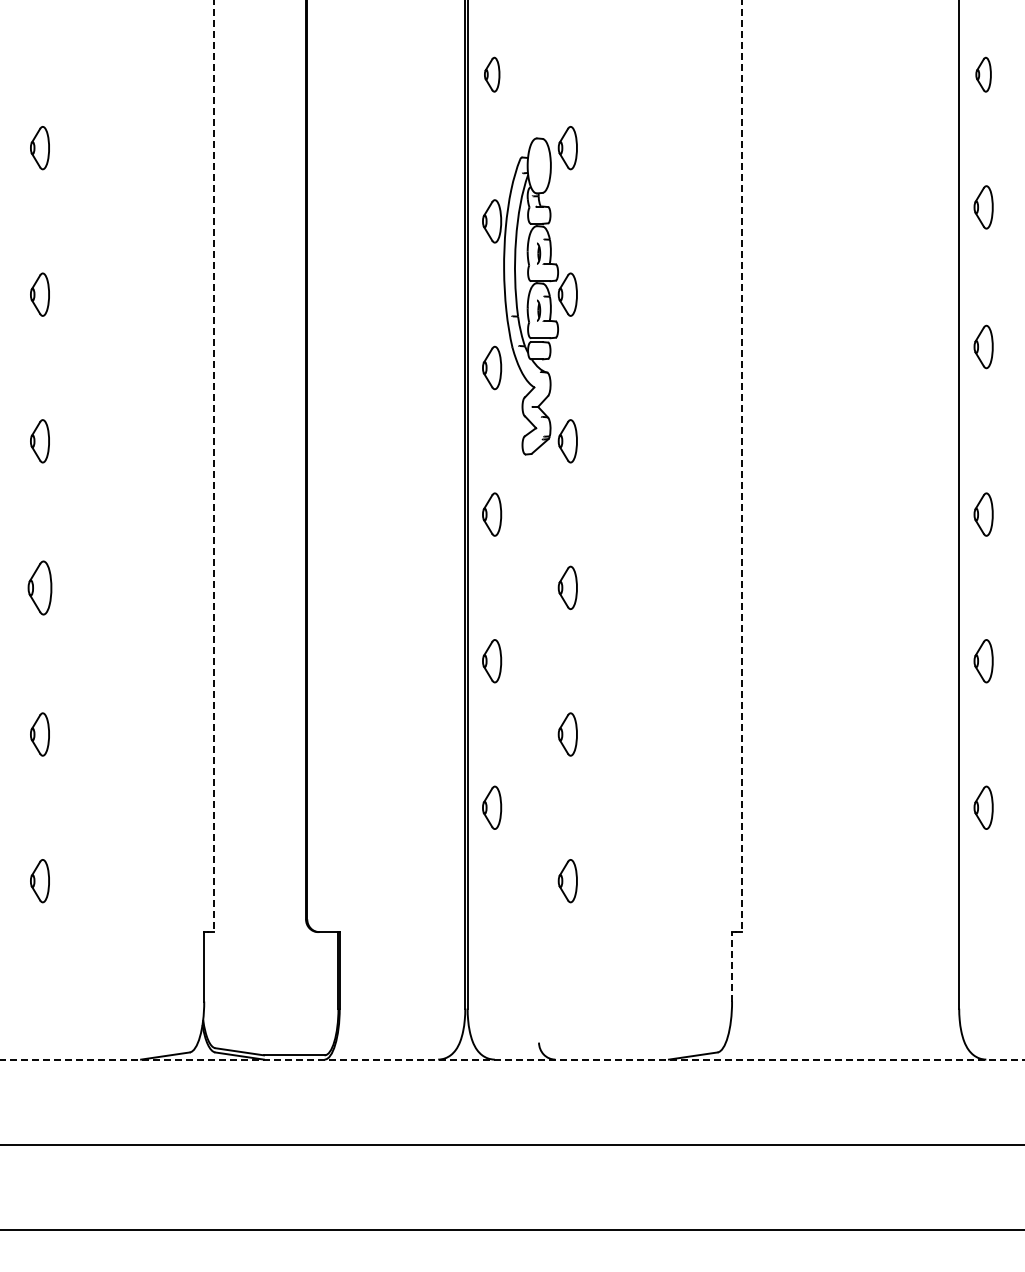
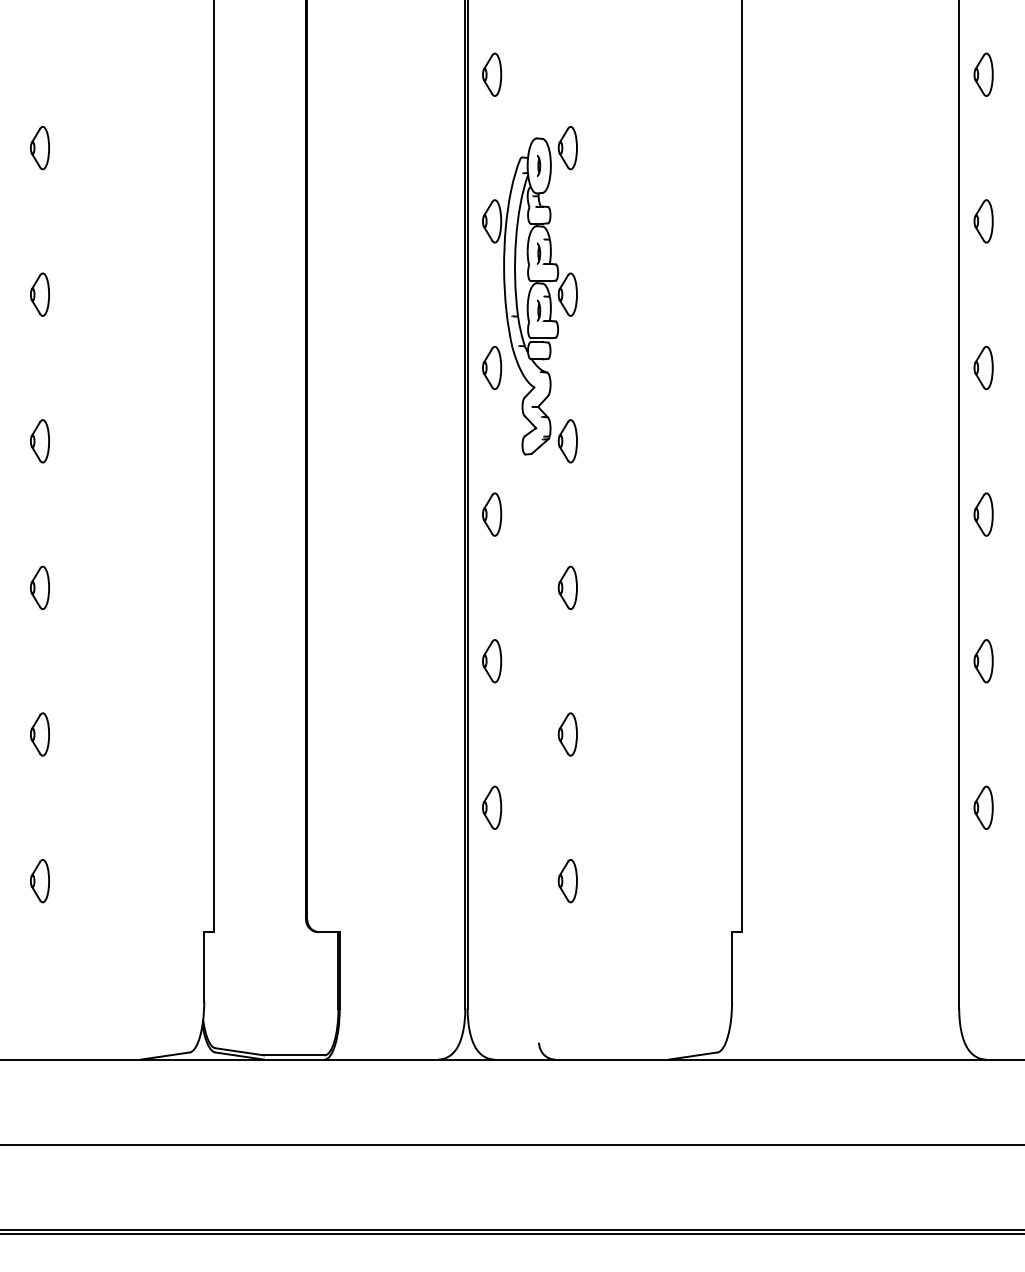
part at (492, 74) size: 17x37 px -> 21x45 px
part at (983, 74) size: 17x37 px -> 21x45 px
line at (539, 165): none -> present
part at (983, 207) position: (983, 207) -> (983, 221)
part at (983, 346) position: (983, 346) -> (983, 367)
line at (214, 466): dashed -> solid
line at (742, 466): dashed -> solid
part at (39, 587) size: 26x56 px -> 20x45 px
line at (732, 966): dashed -> solid
line at (512, 1059): dashed -> solid
line at (511, 1233): none -> present
